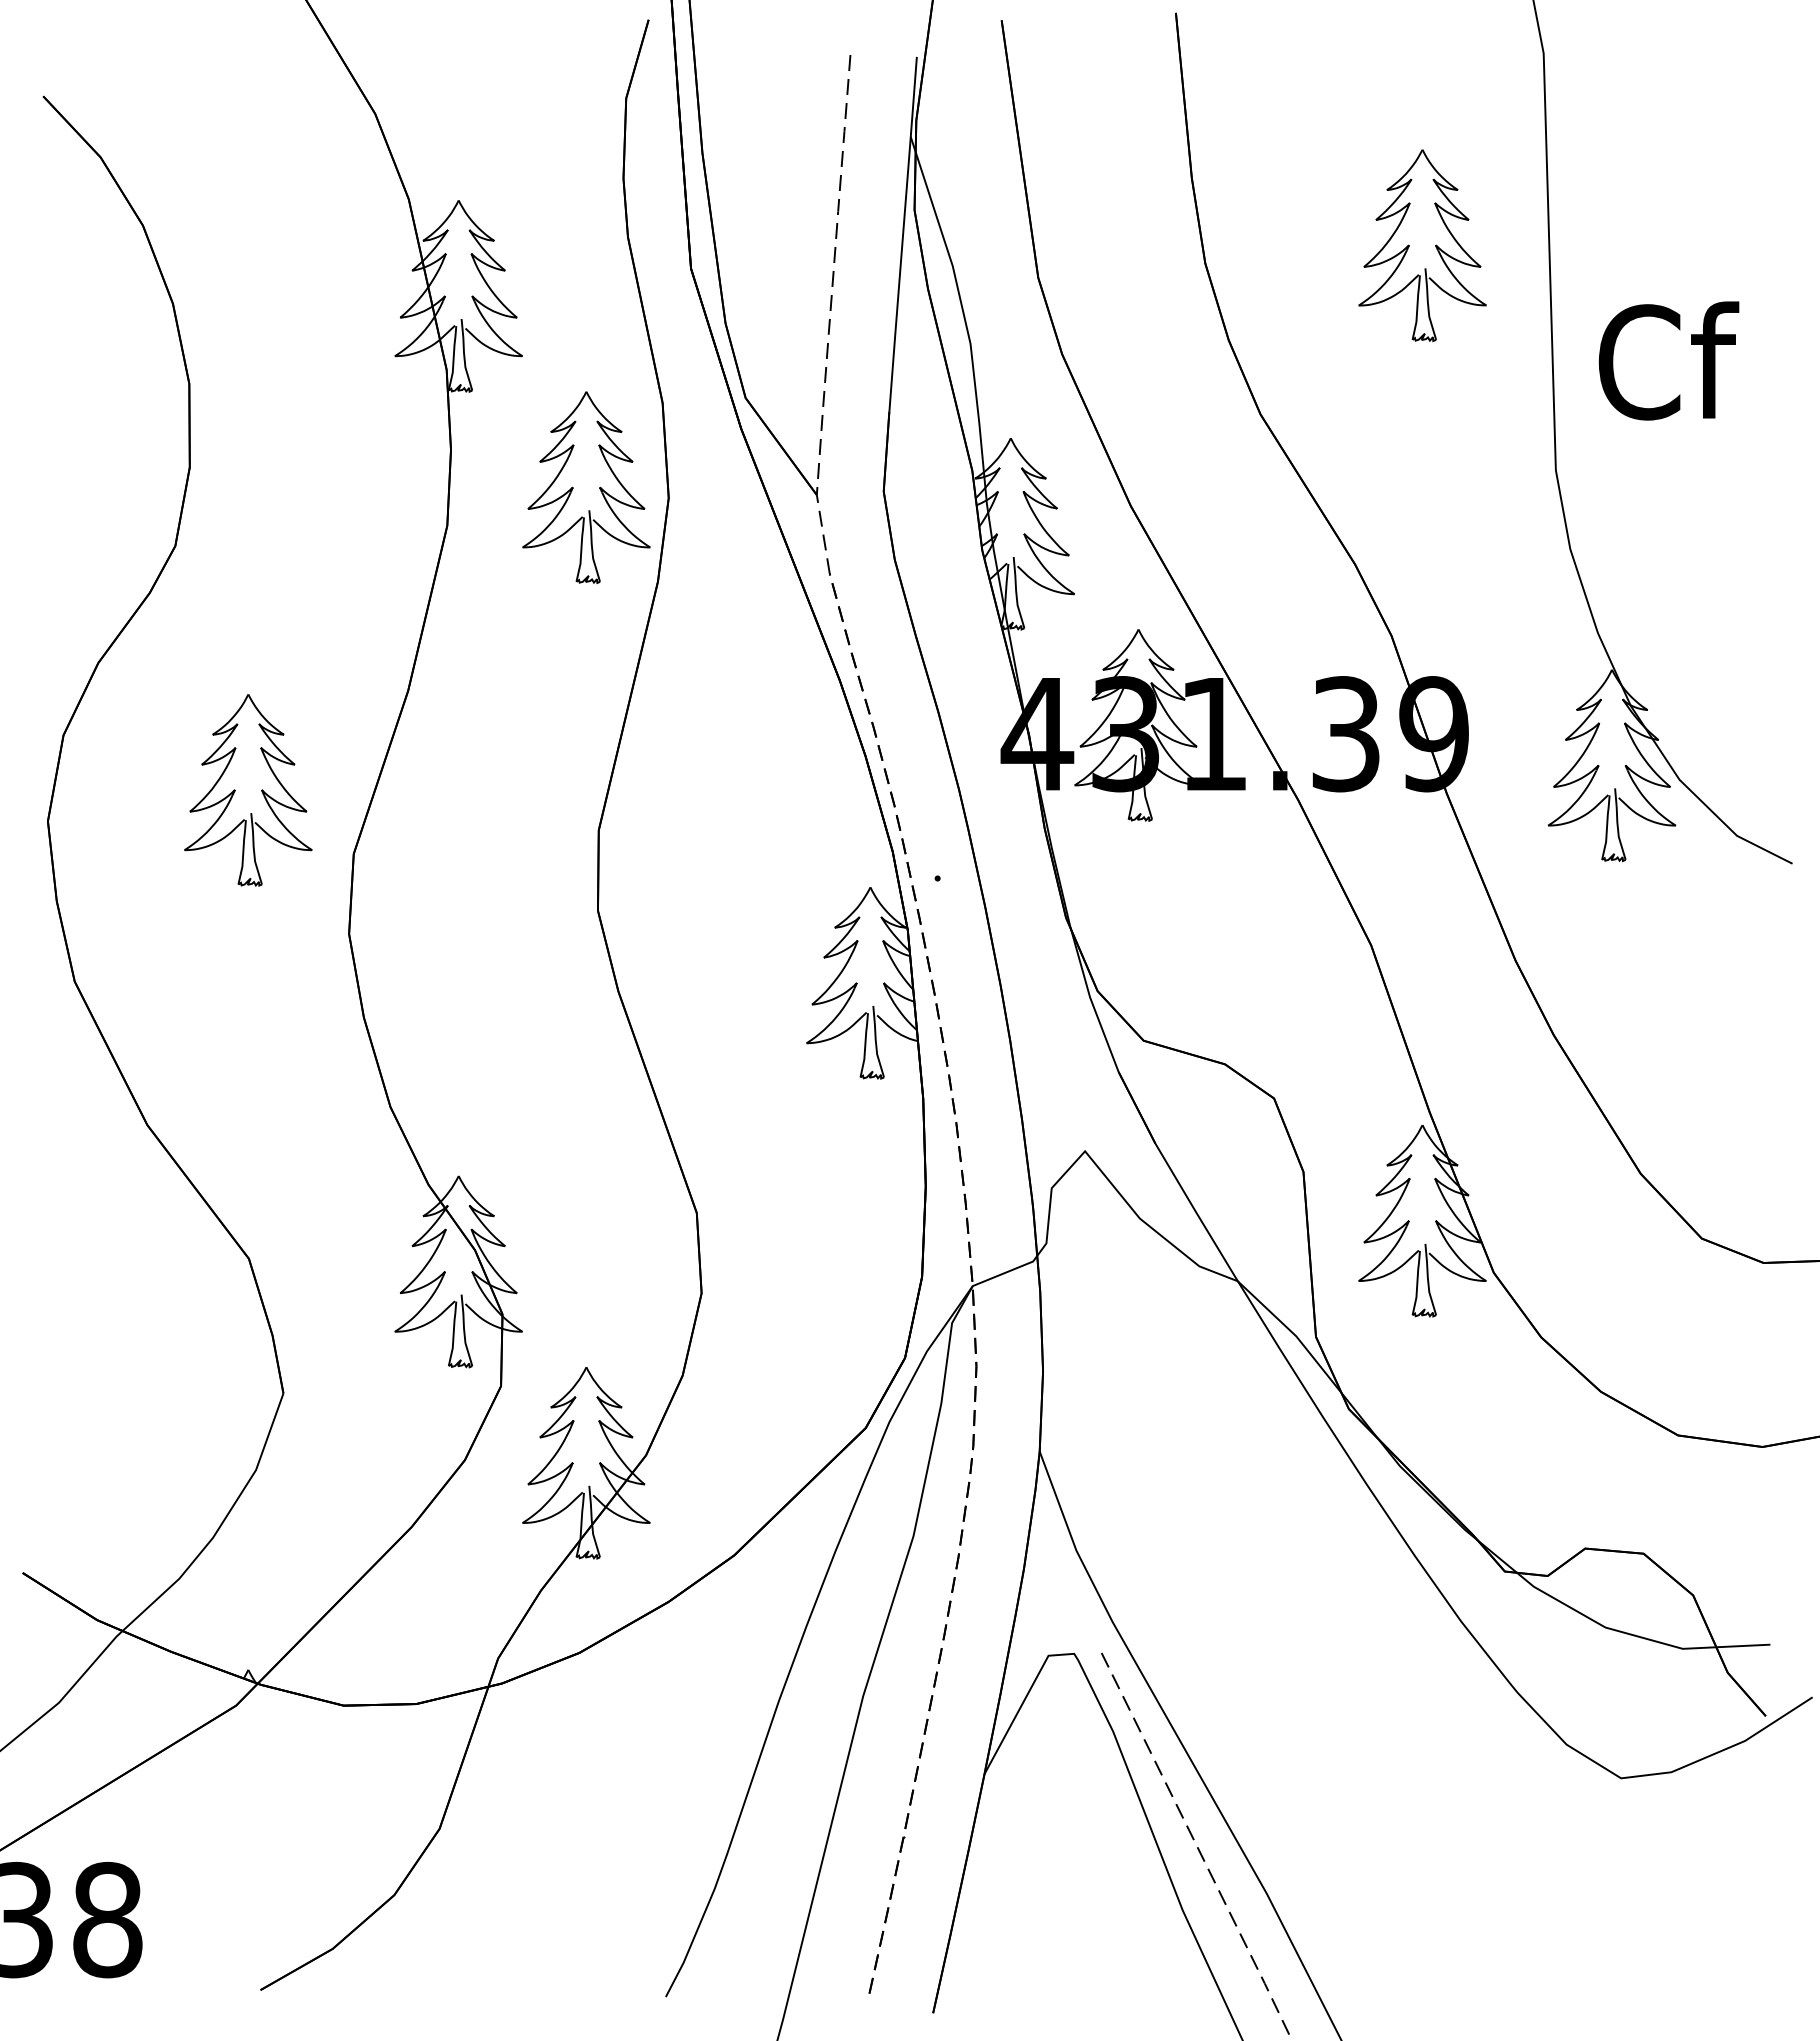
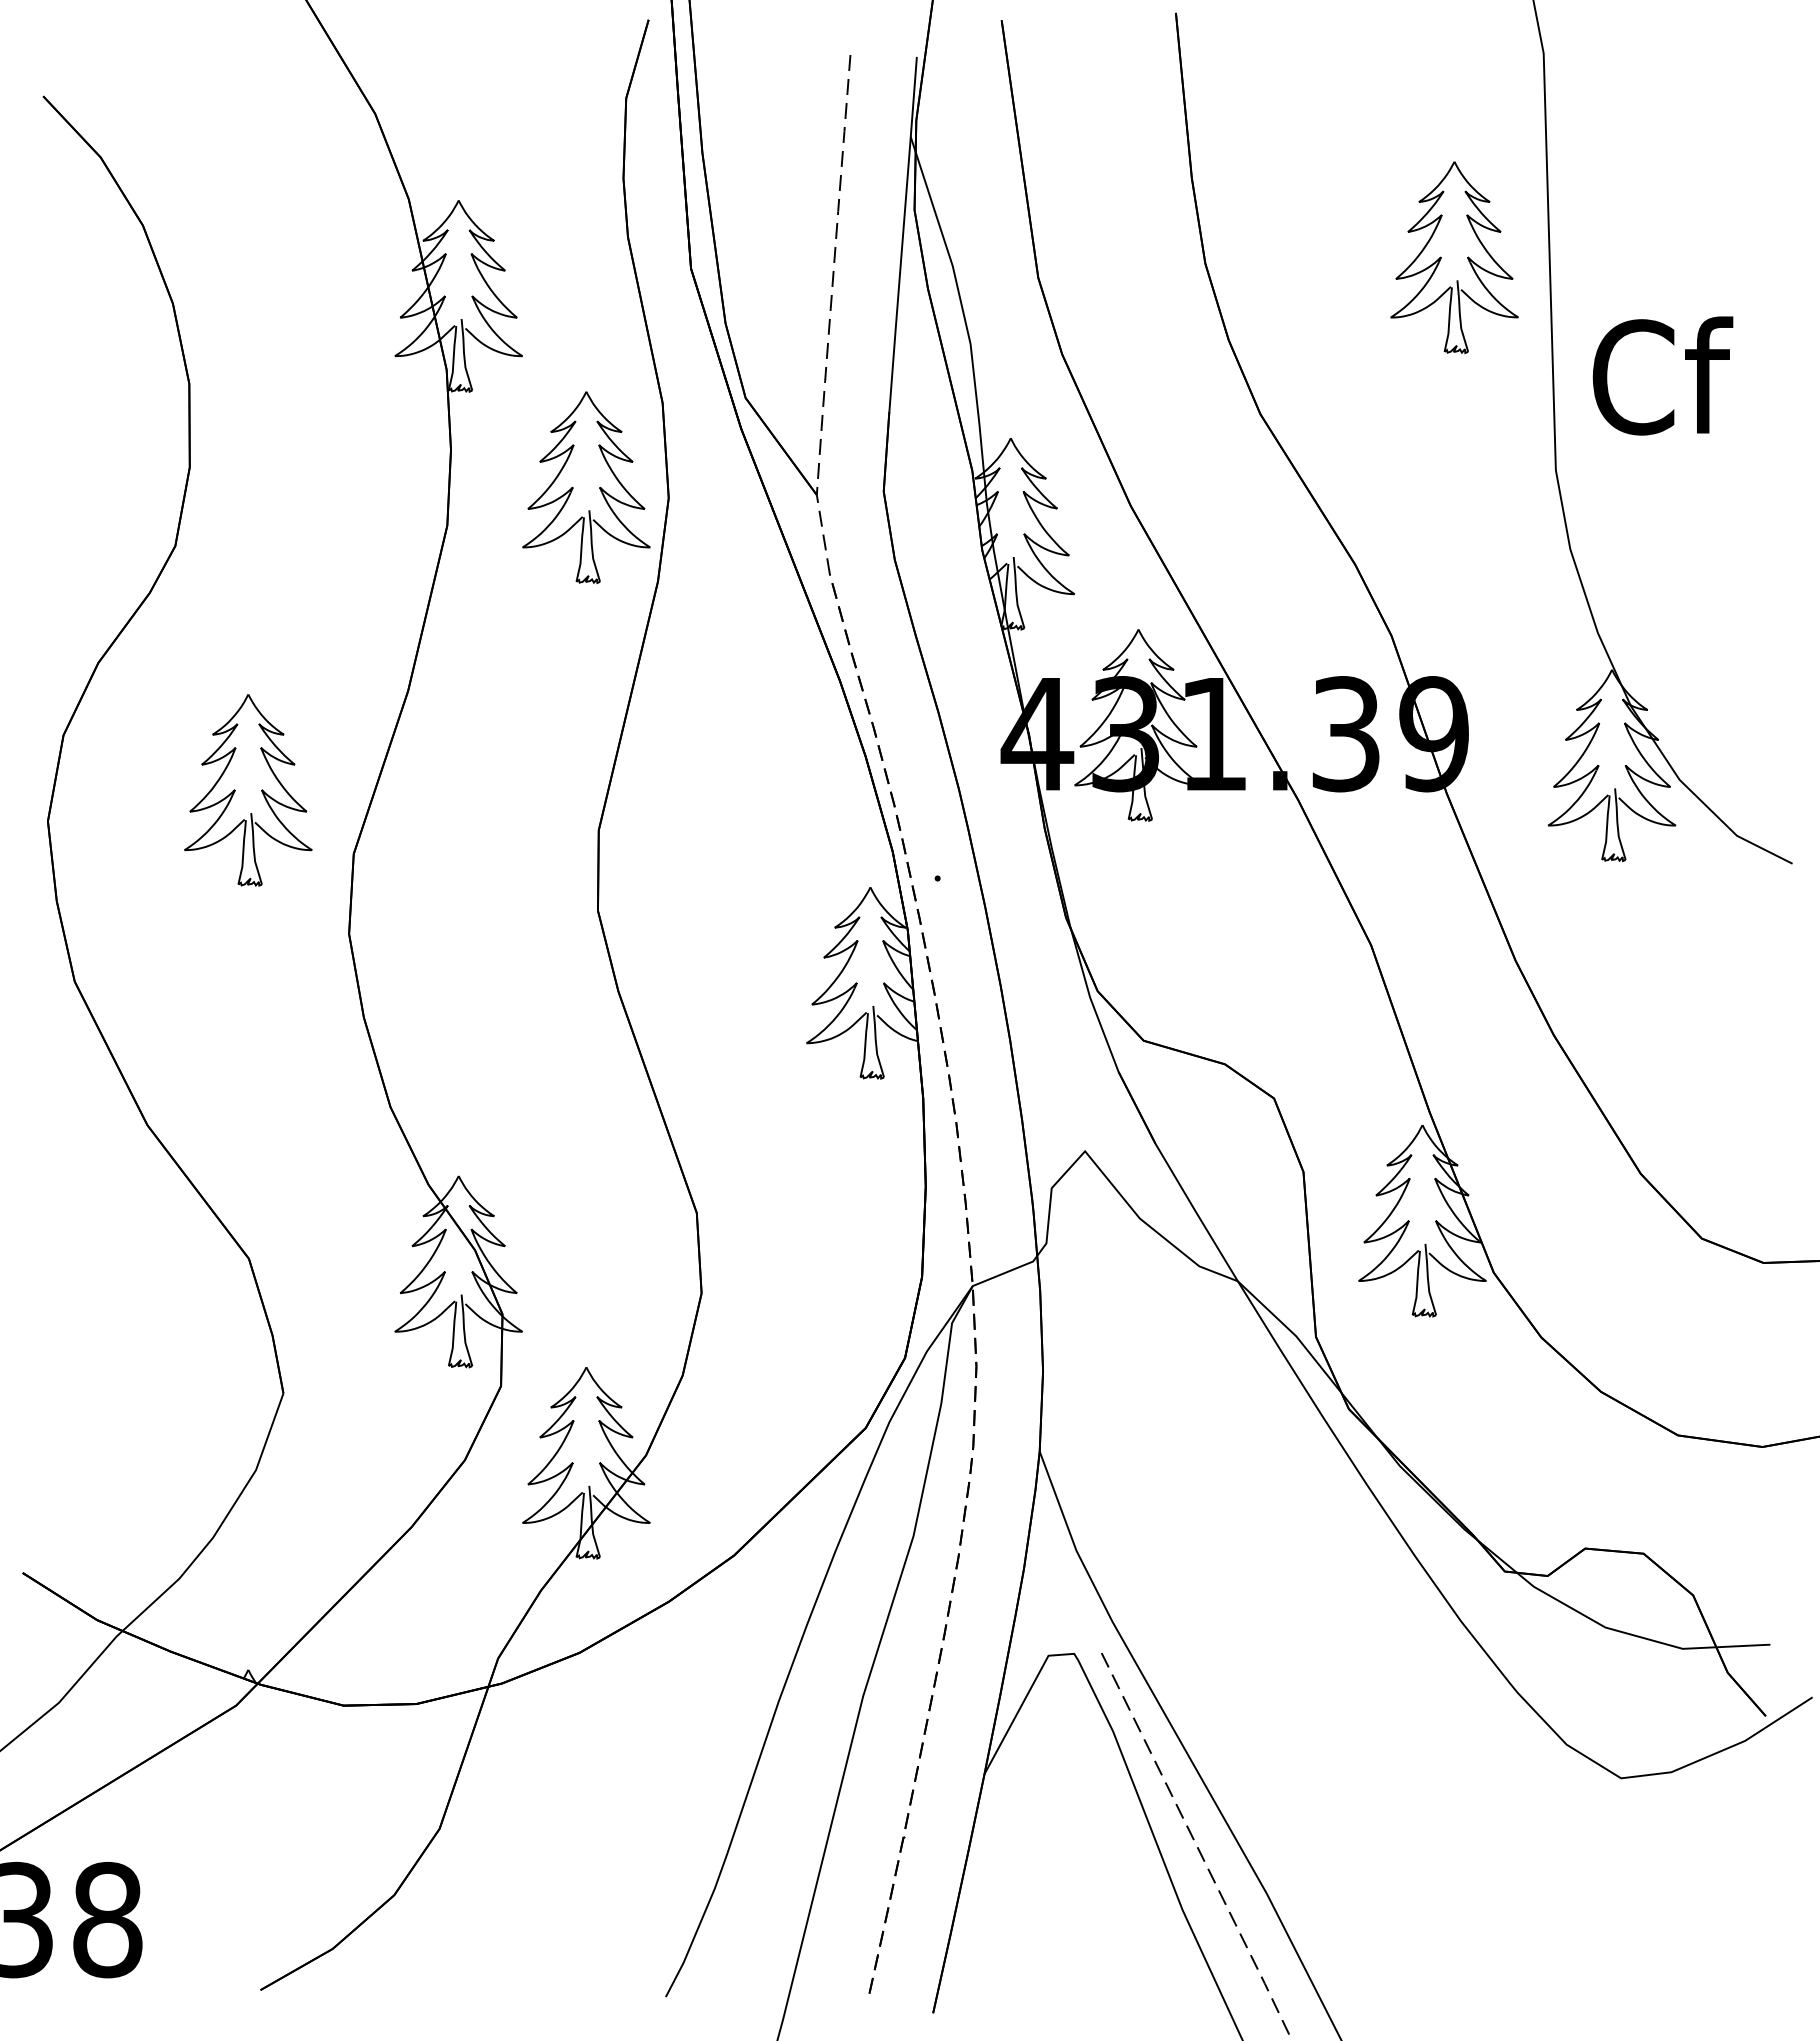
part at (1422, 245) position: (1422, 245) -> (1454, 257)
text at (1668, 360) position: (1668, 360) -> (1662, 375)
